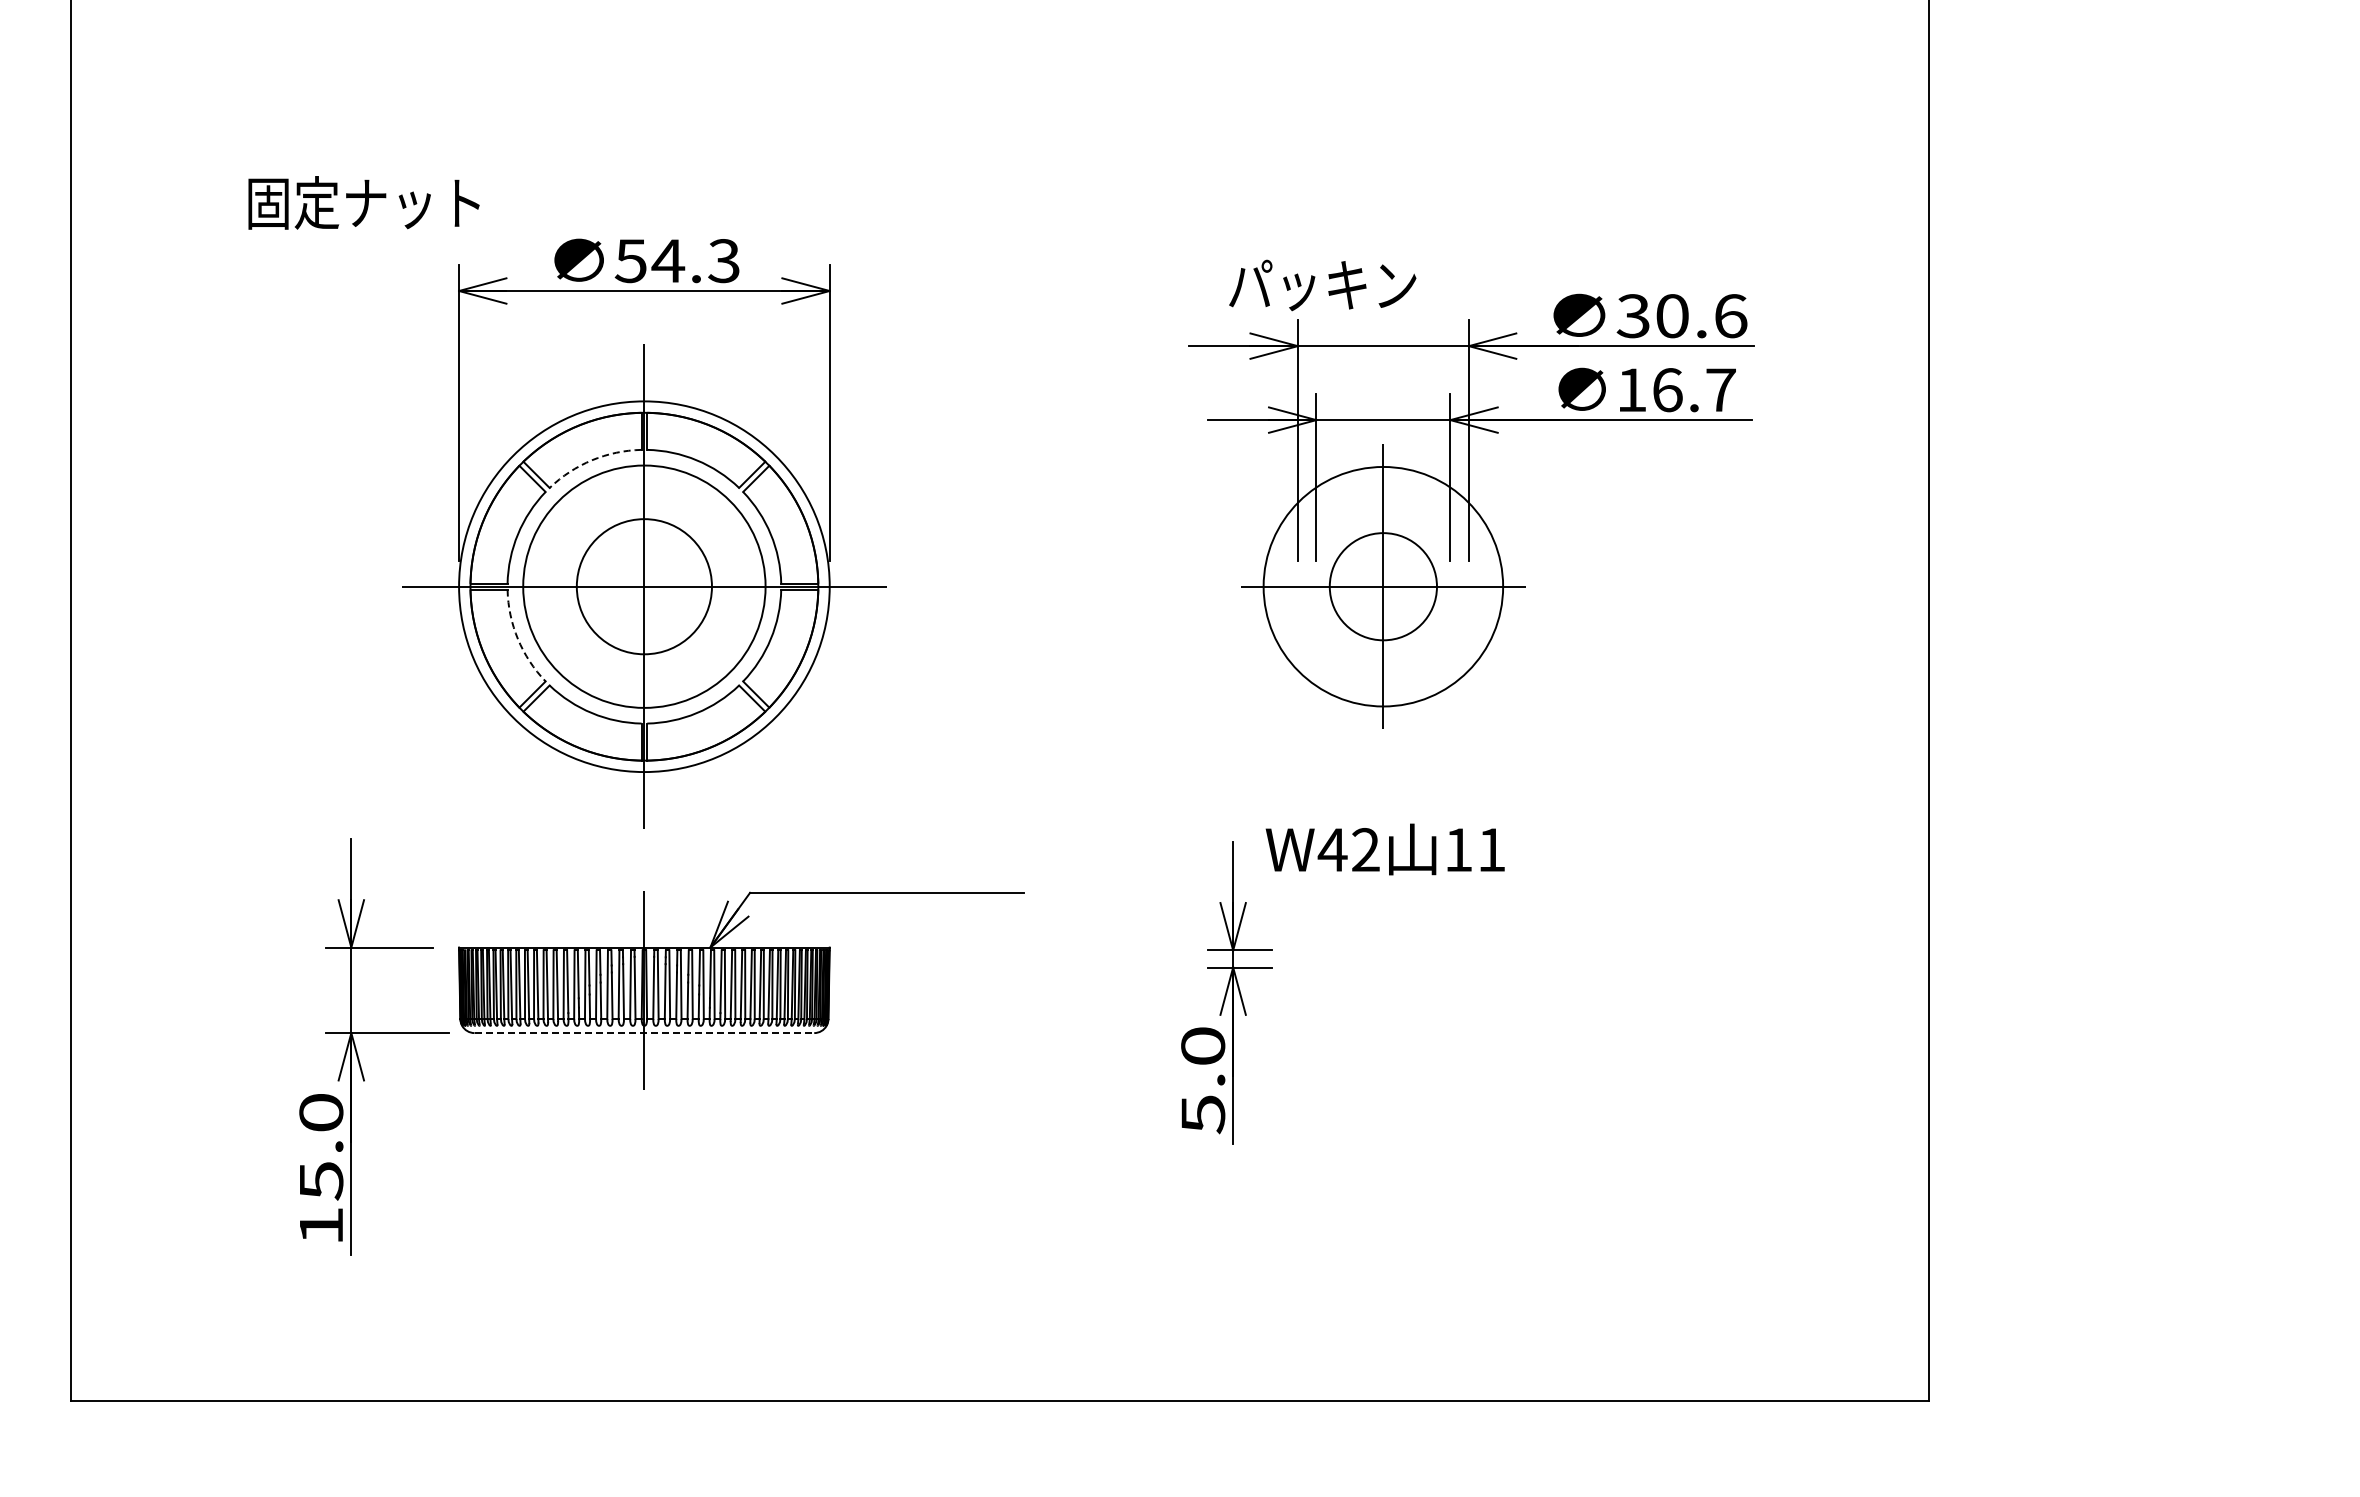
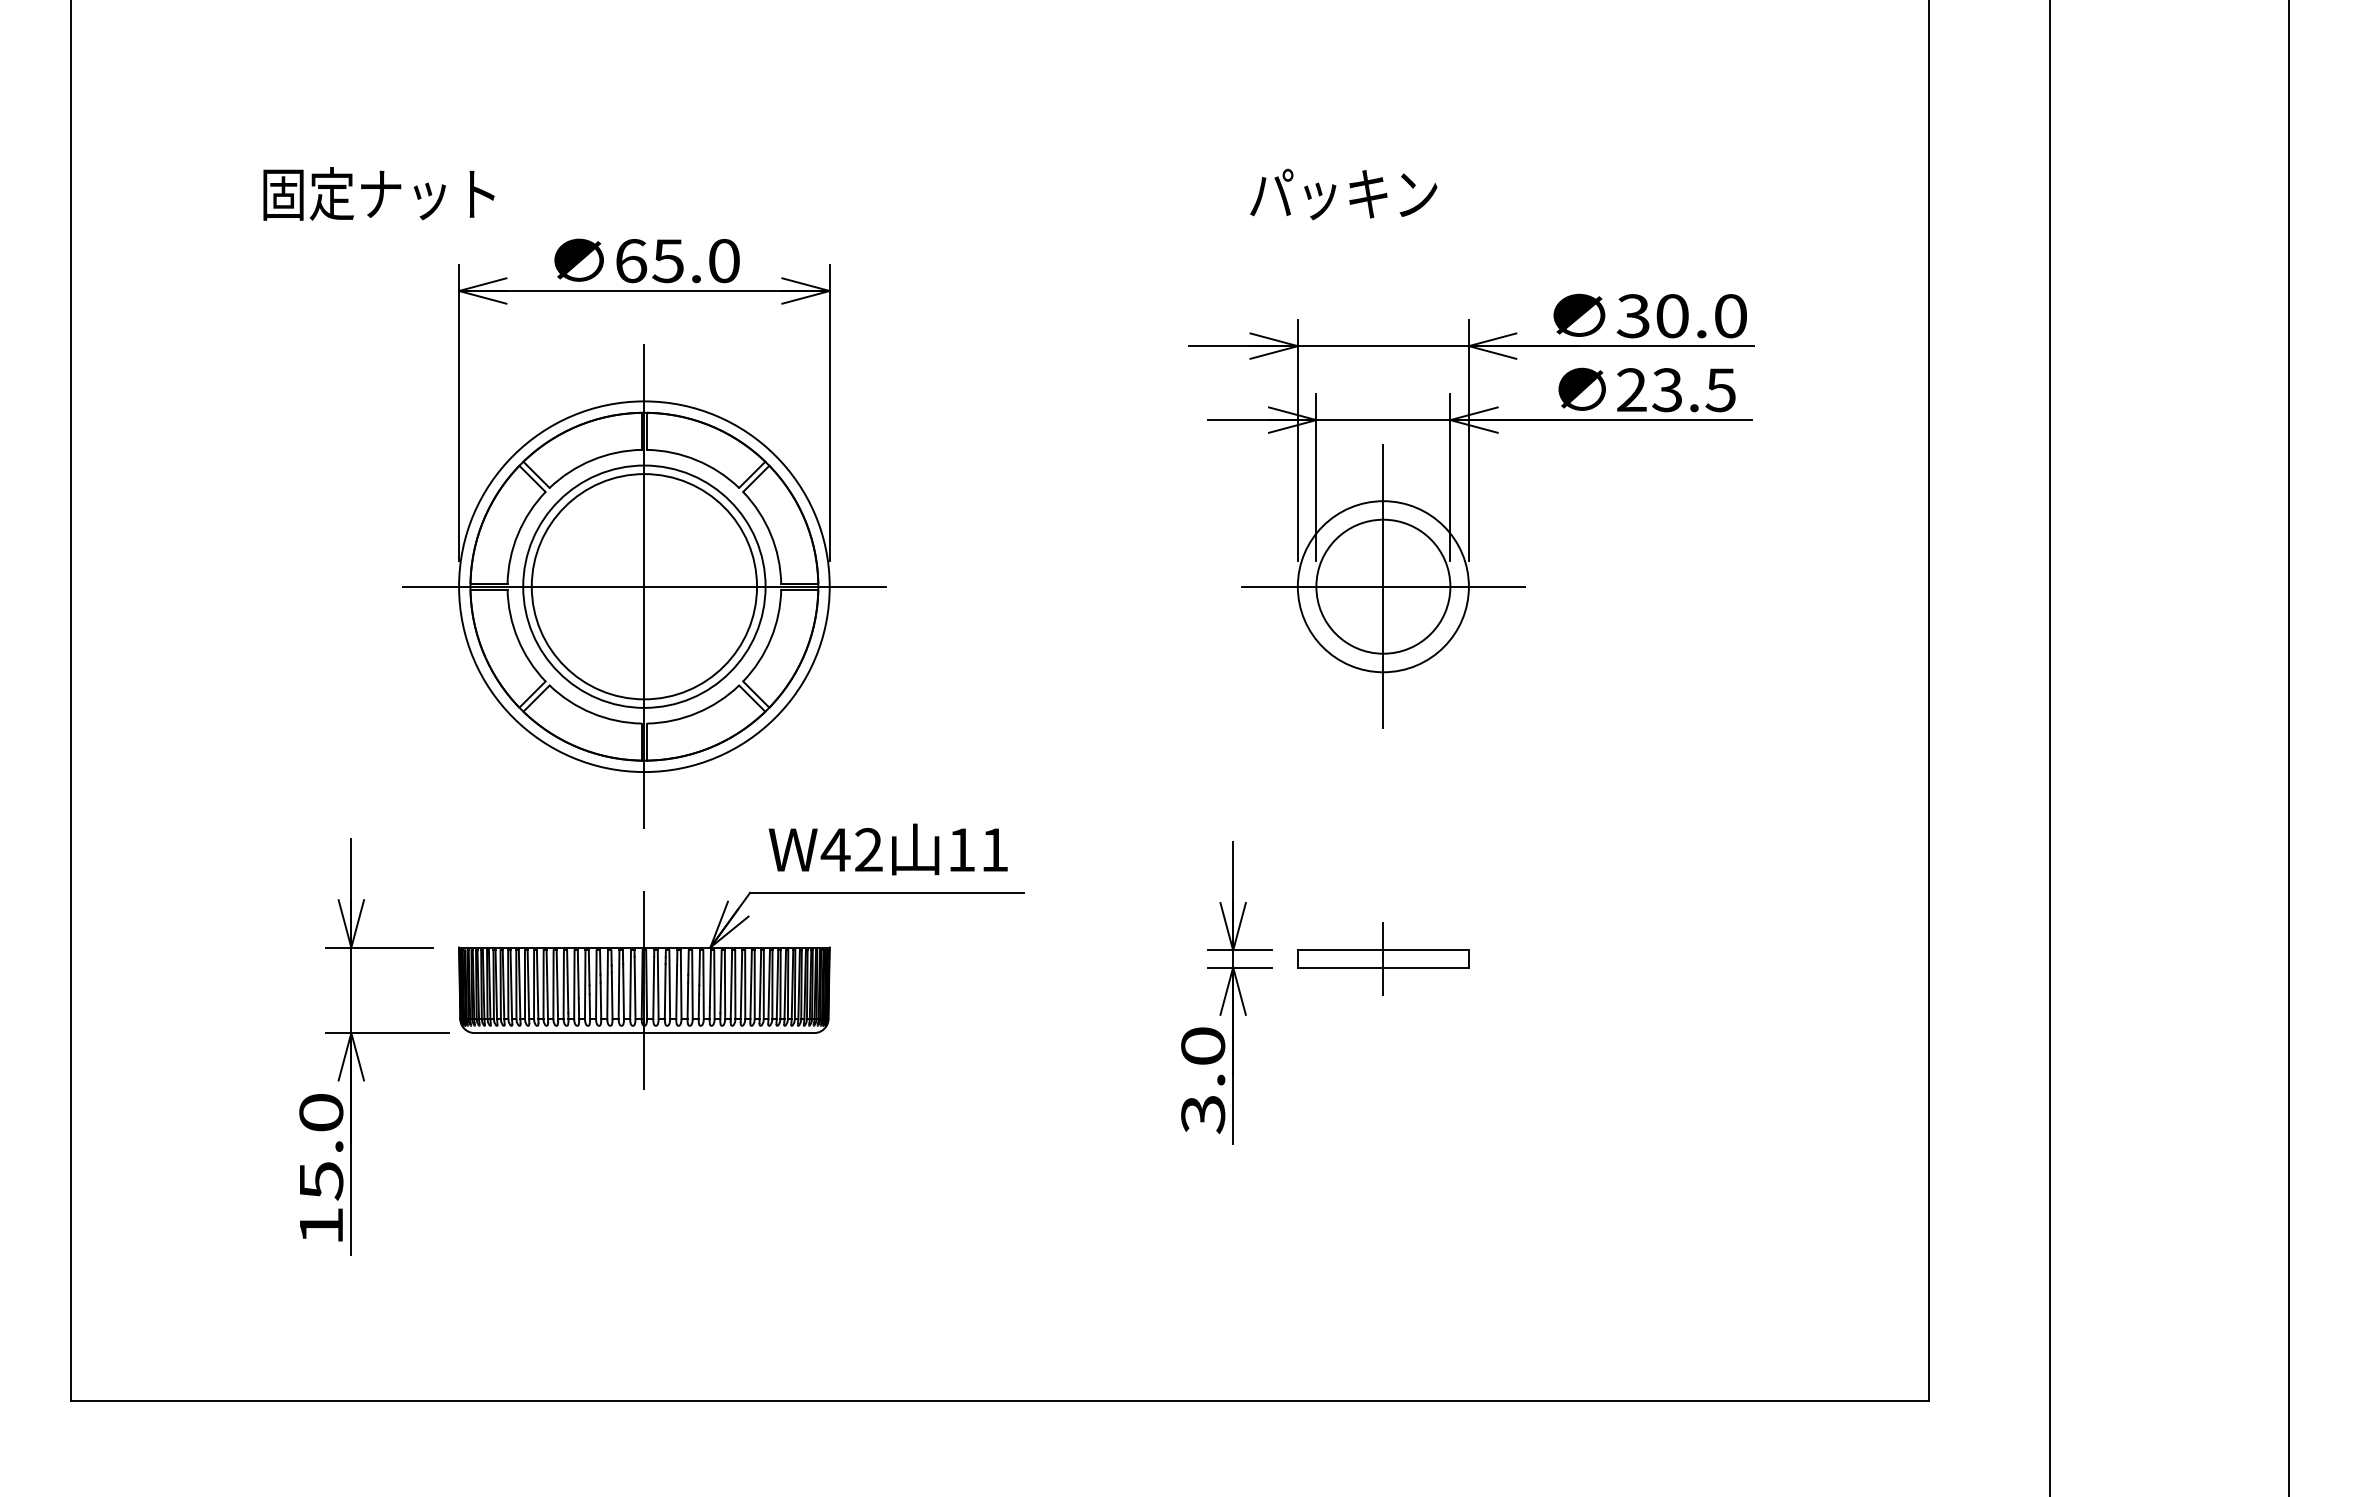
text at (363, 202) position: (363, 202) -> (378, 193)
text at (676, 261): 54.3 -> 65.0
text at (1322, 285) position: (1322, 285) -> (1343, 194)
text at (1731, 316): 30.6 -> 30.0
text at (1676, 390): 16.7 -> 23.5
arc at (592, 460): dashed -> solid
circle at (643, 586) diameter: 135 px -> 225 px
circle at (1382, 586) diameter: 107 px -> 134 px
circle at (1383, 586) diameter: 240 px -> 171 px
arc at (517, 639): dashed -> solid
line at (2049, 747): none -> present
line at (2289, 747): none -> present
text at (1384, 849) position: (1384, 849) -> (887, 849)
part at (1383, 958): none -> present
line at (644, 1033): dashed -> solid
text at (1202, 1114): 5.0 -> 3.0
